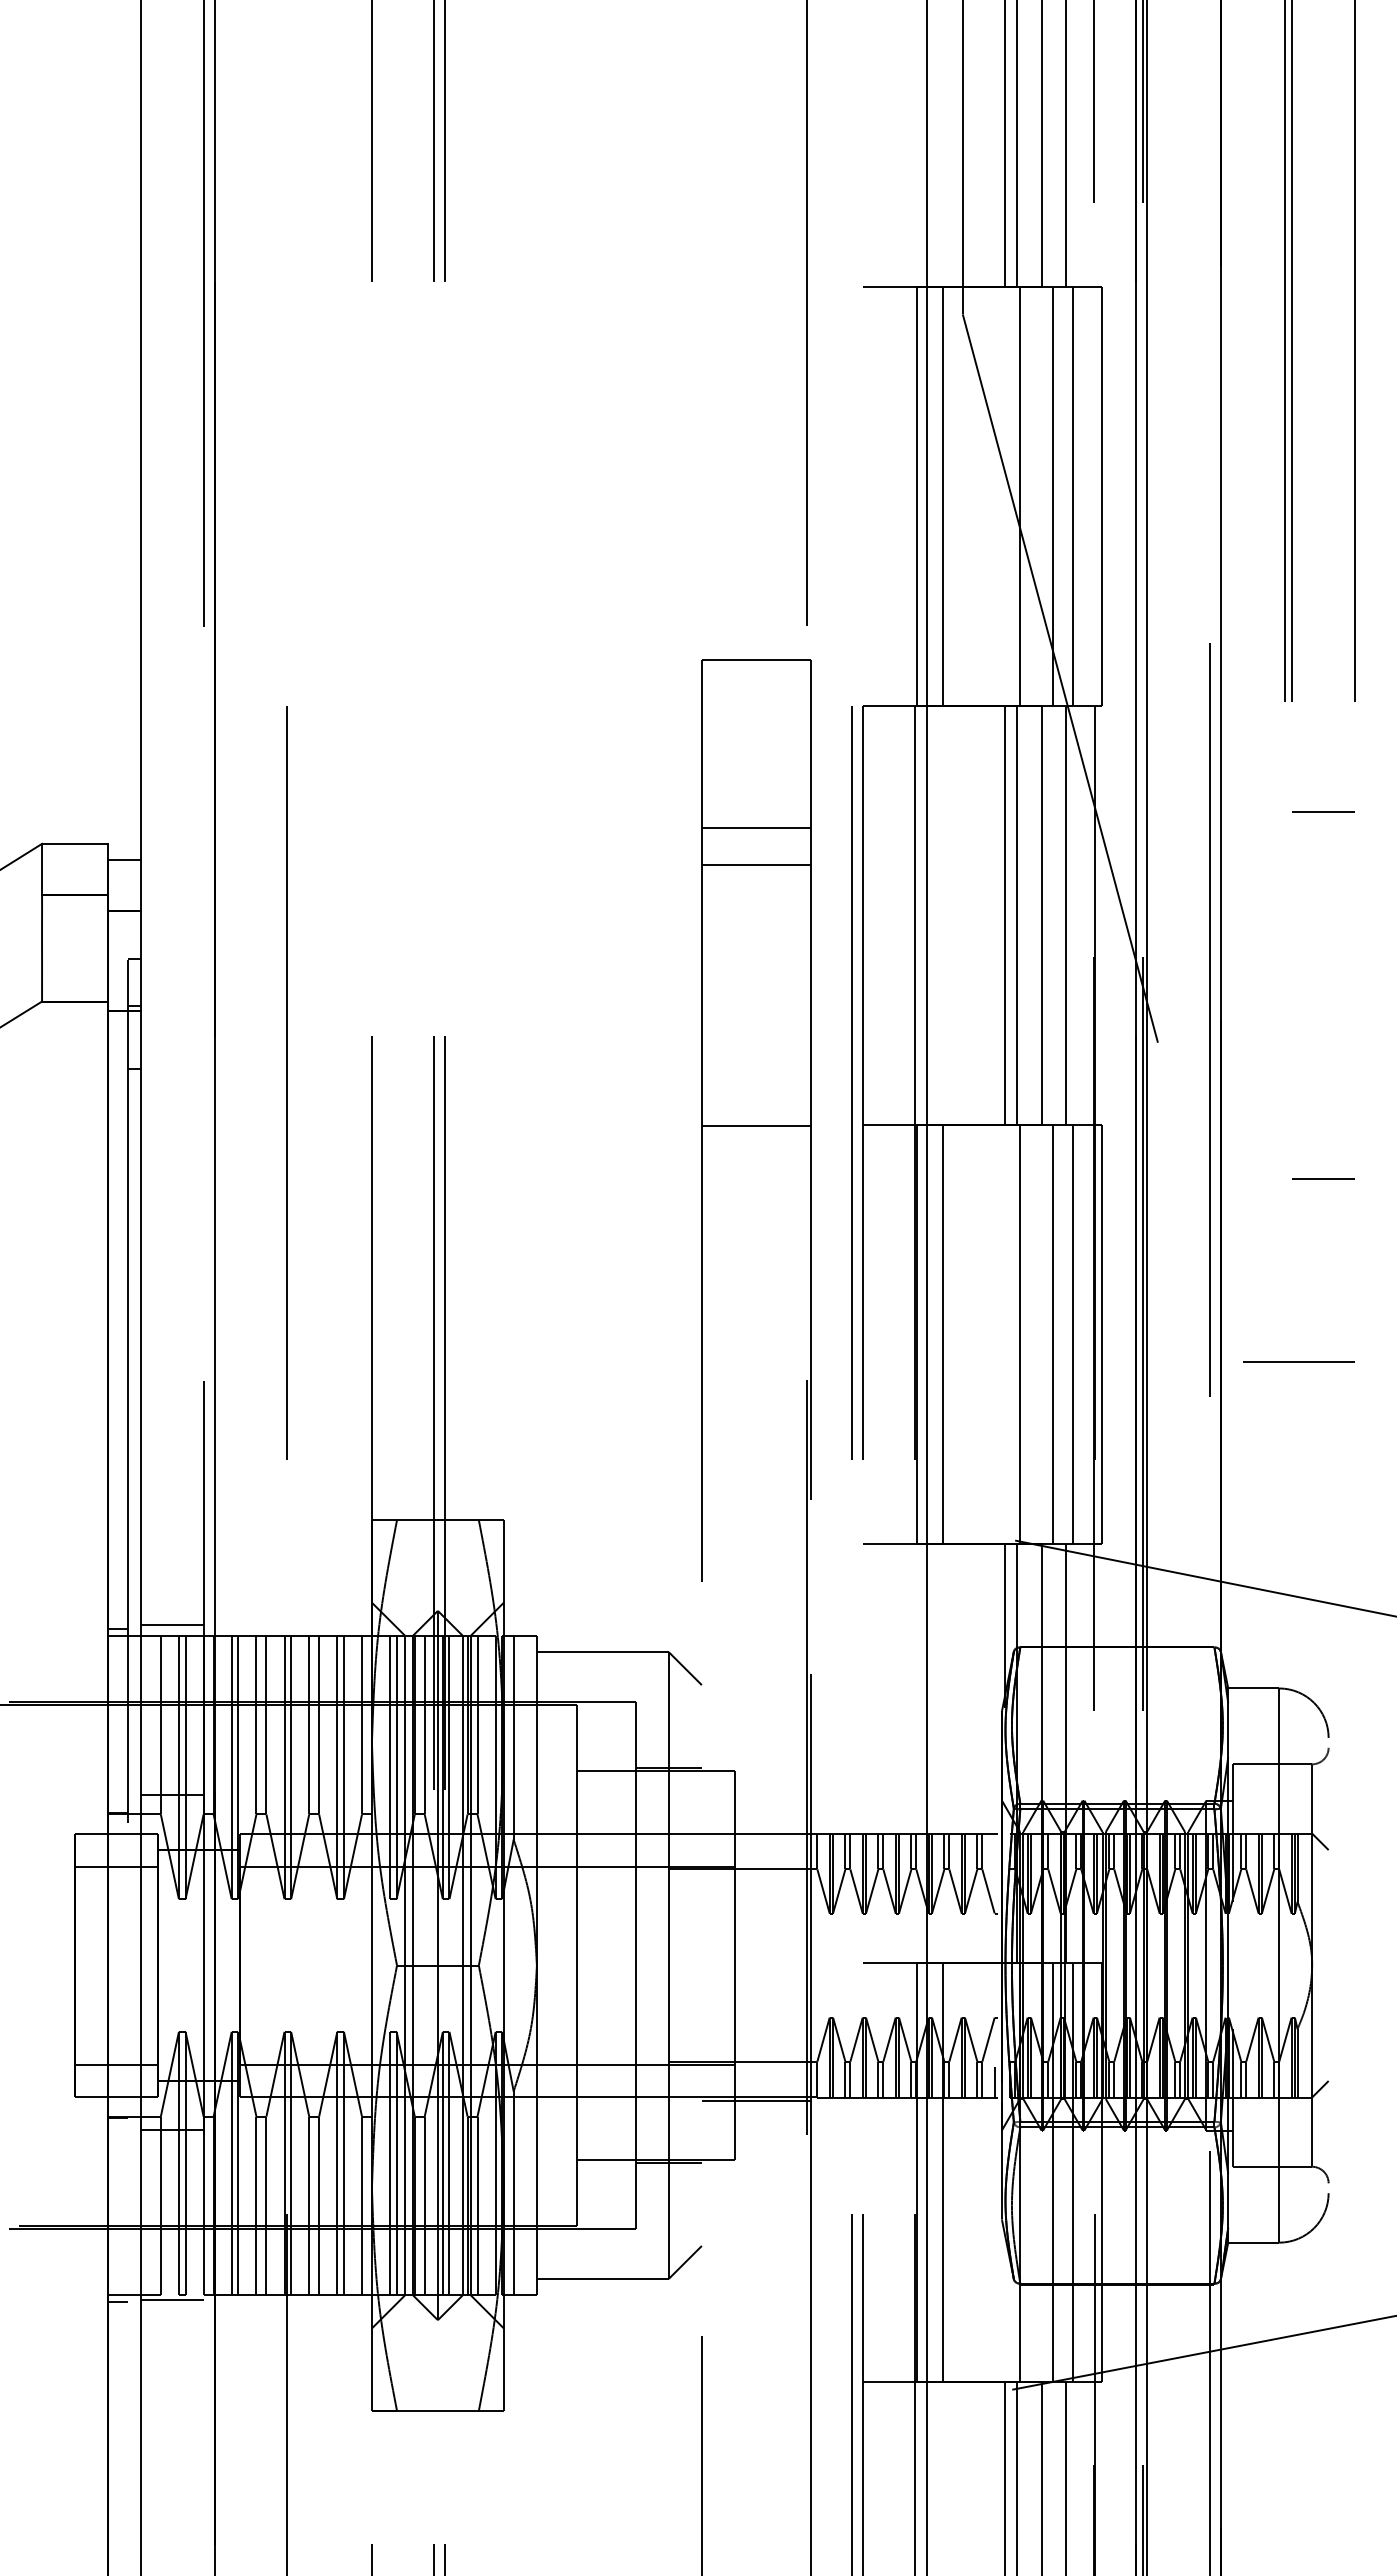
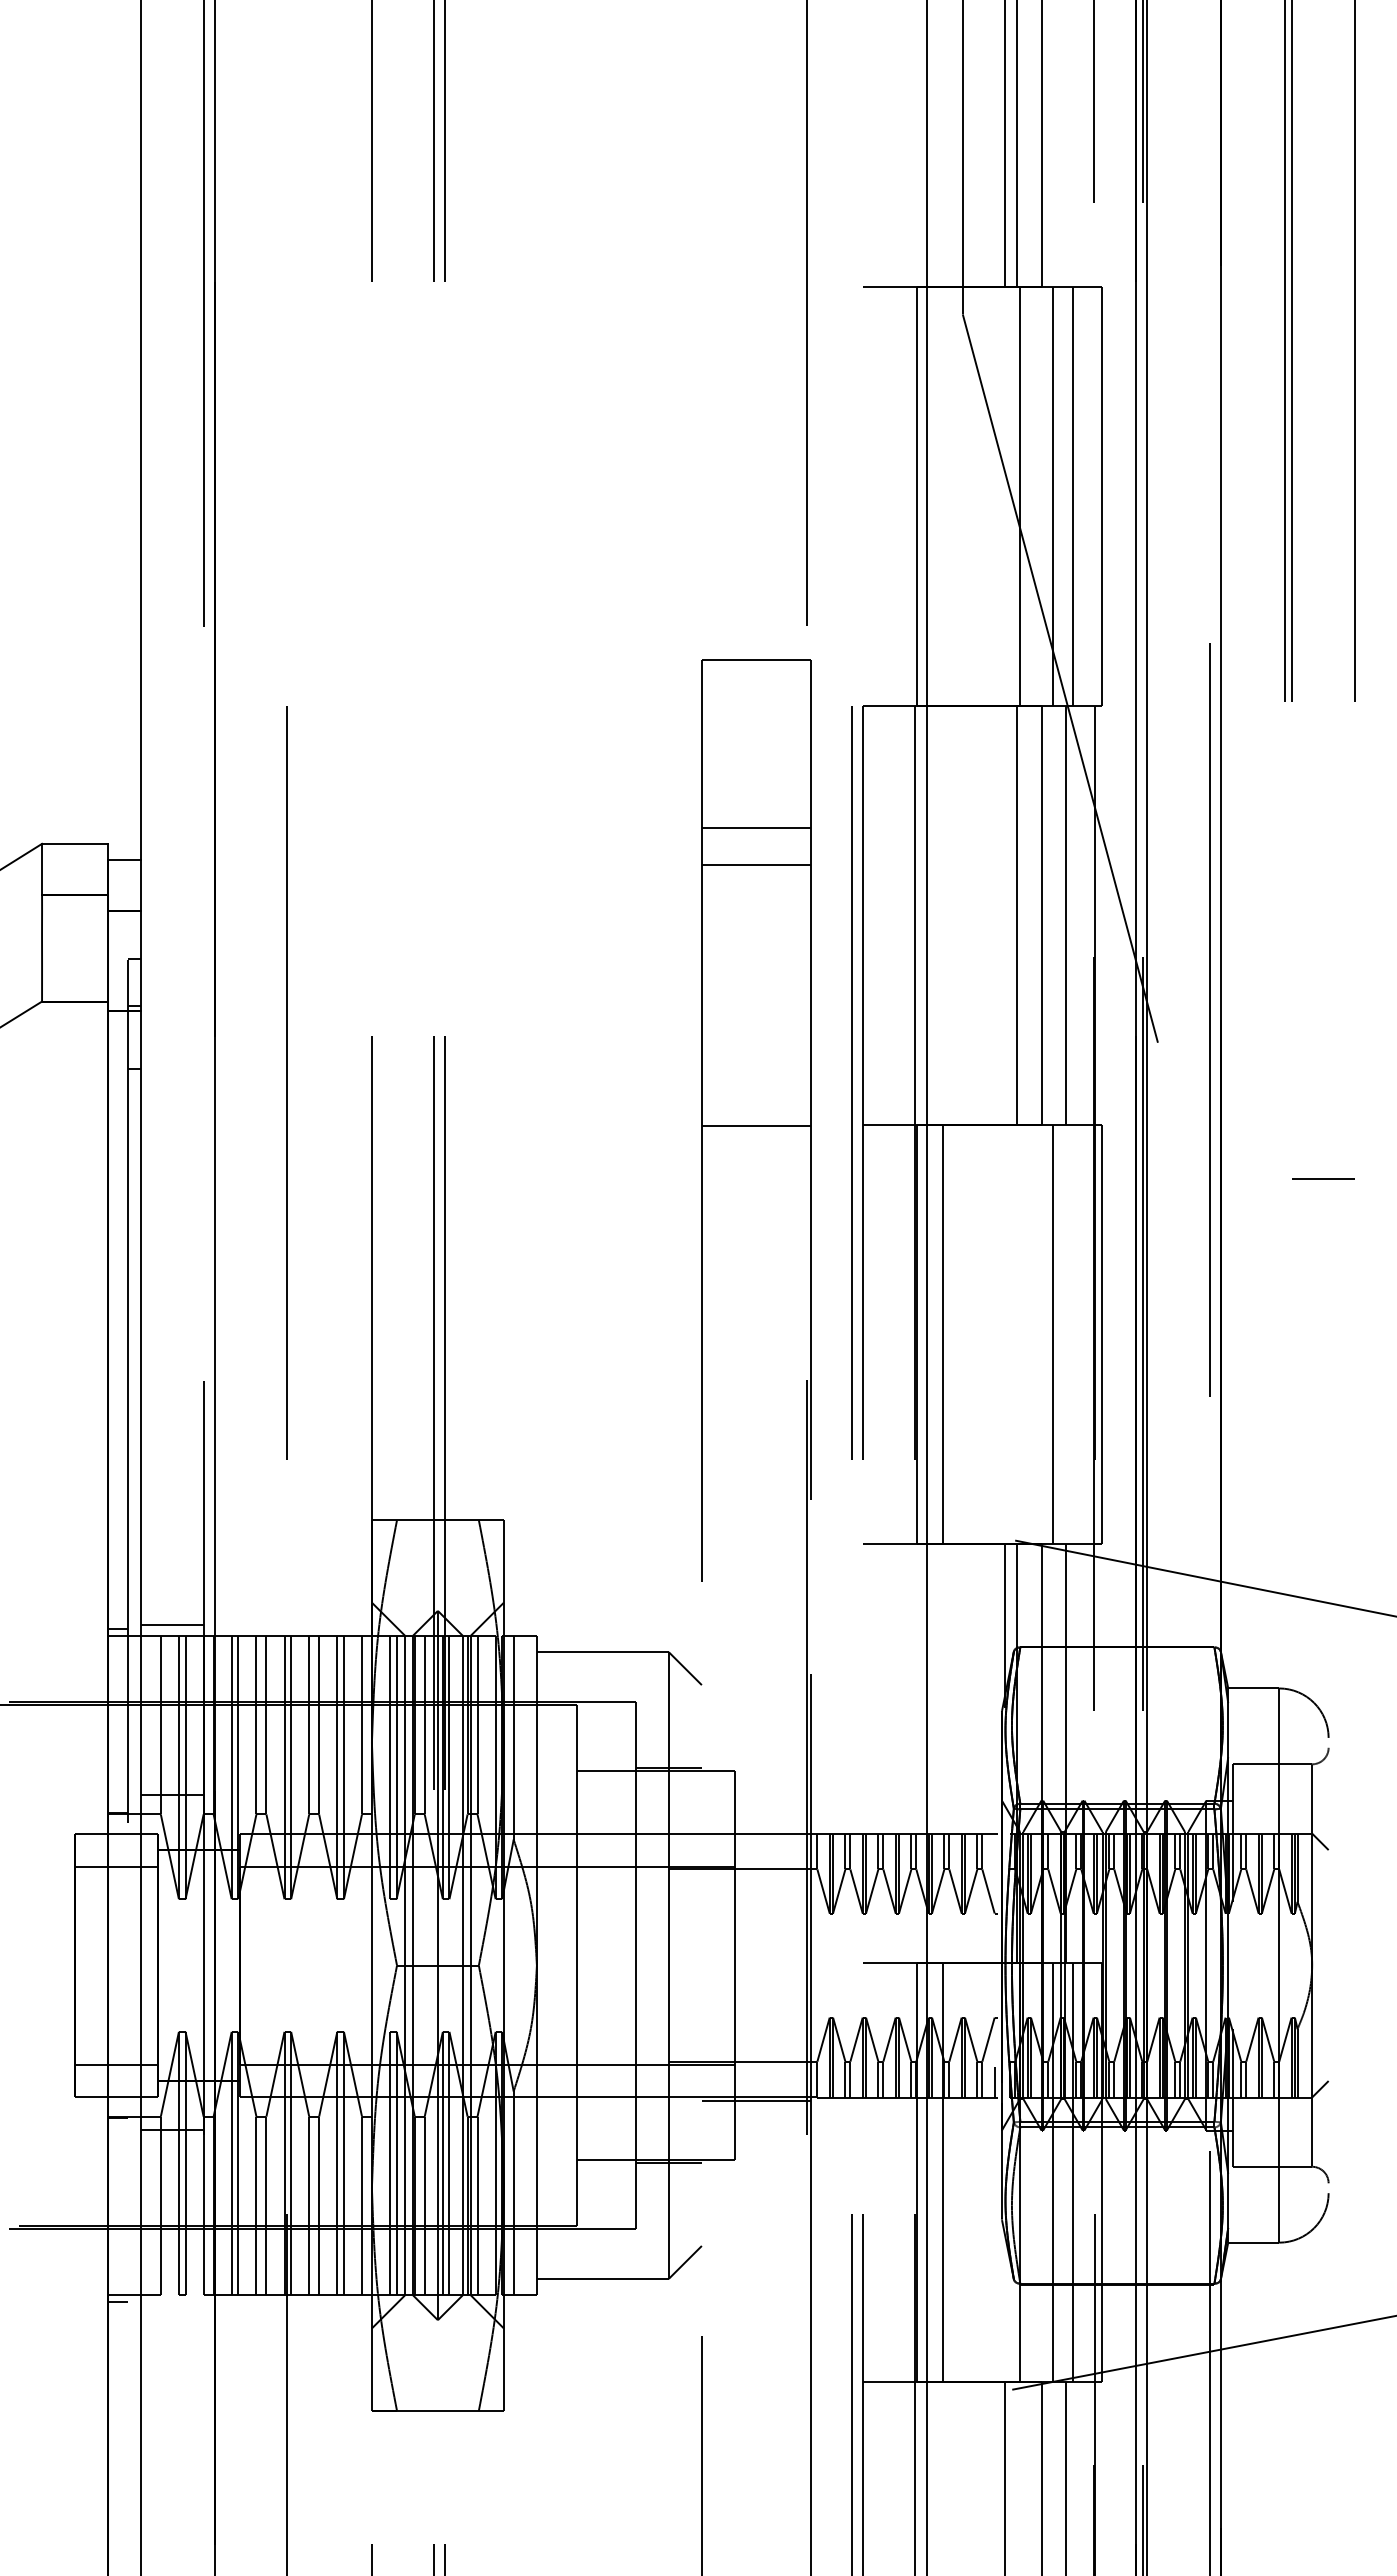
line at (1066, 144): present -> none
line at (942, 495): present -> none
line at (1323, 811): present -> none
line at (1004, 914): present -> none
line at (1020, 1333): present -> none
line at (1072, 1333): present -> none
line at (1298, 1361): present -> none
line at (172, 2300): present -> none
line at (1017, 2476): present -> none
